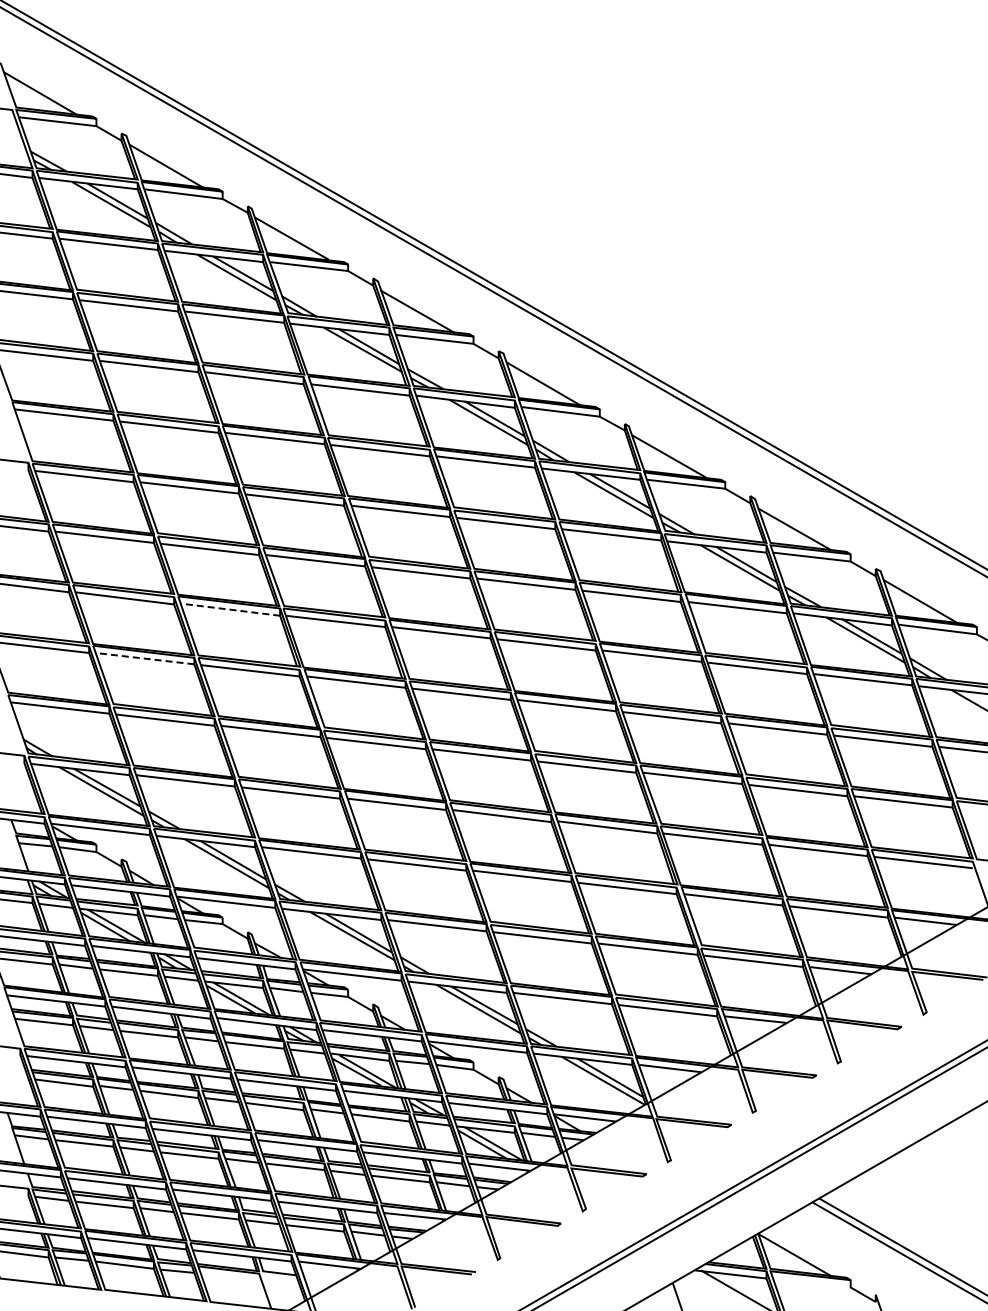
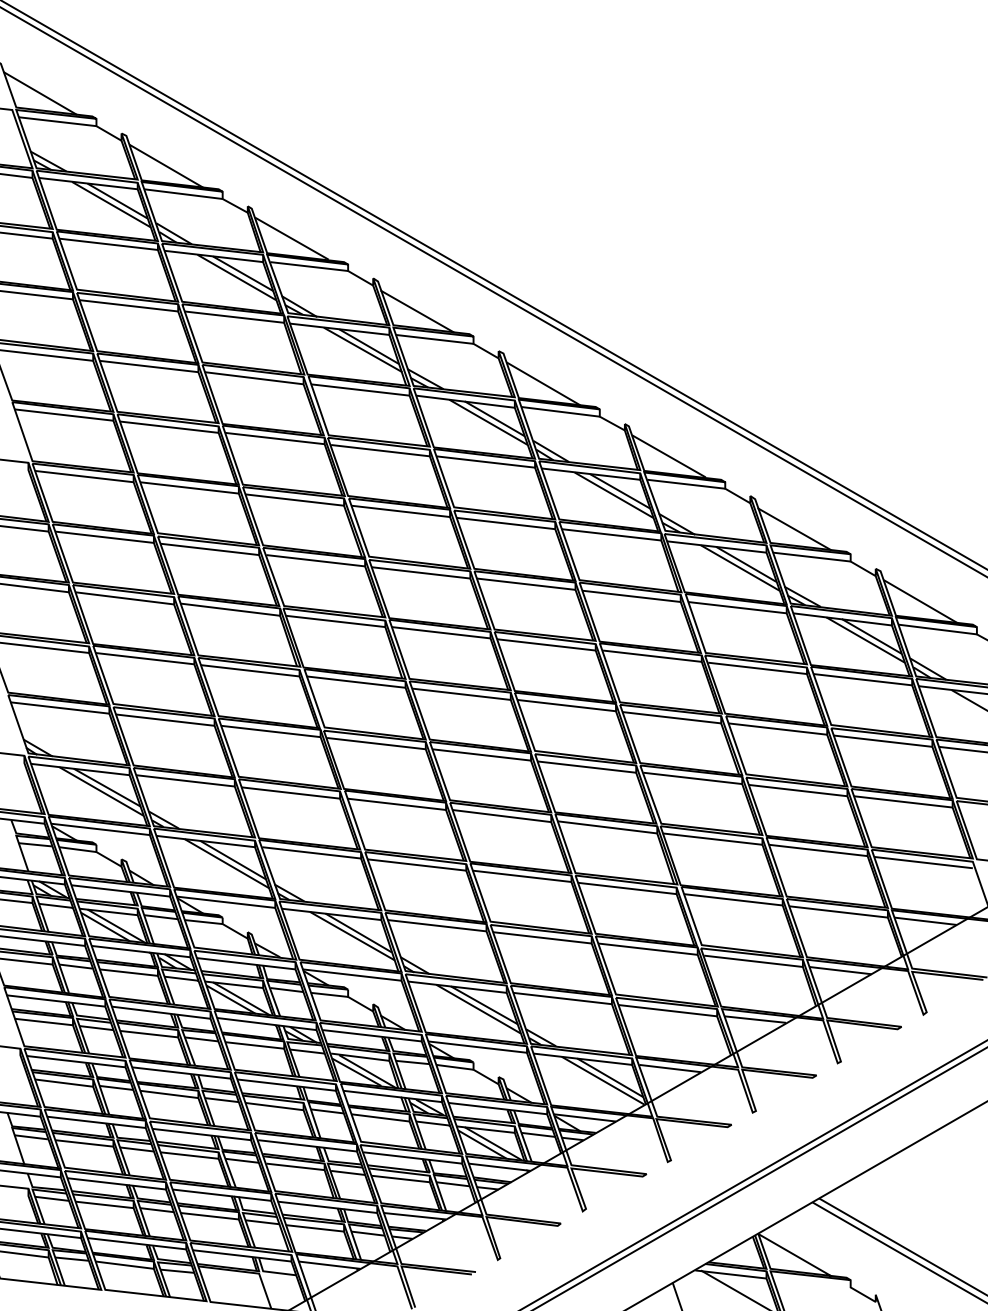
line at (229, 609): dashed -> solid
line at (145, 658): dashed -> solid
